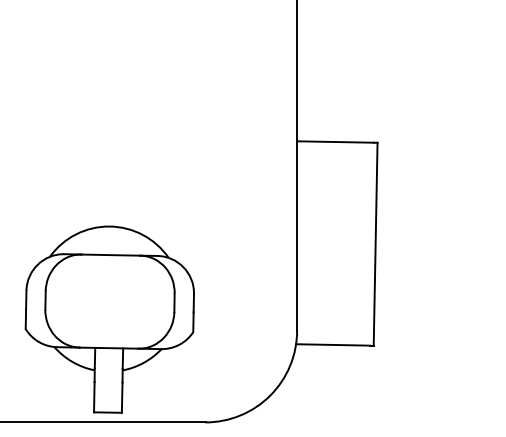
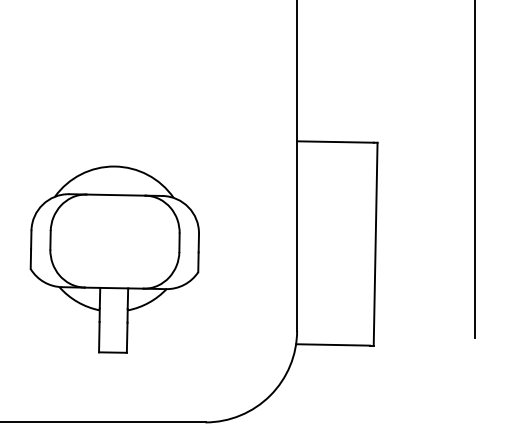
line at (475, 169): none -> present
part at (109, 319) position: (109, 319) -> (114, 259)
